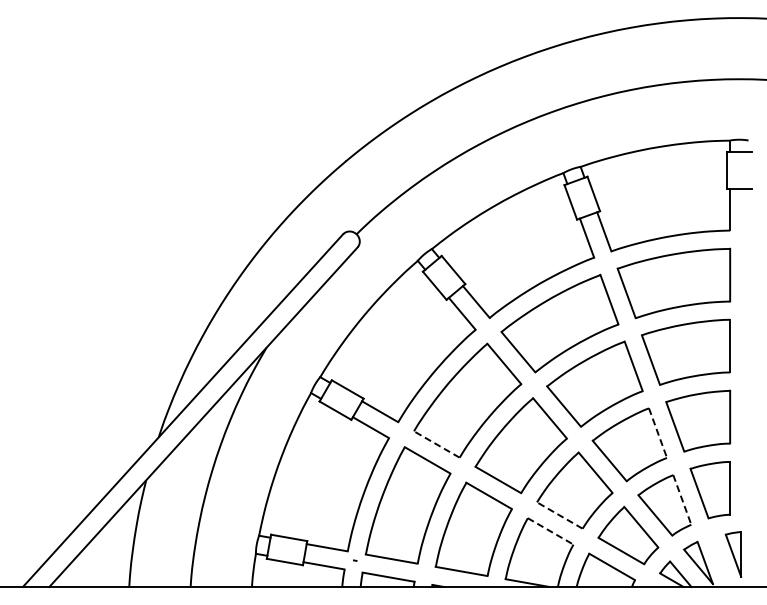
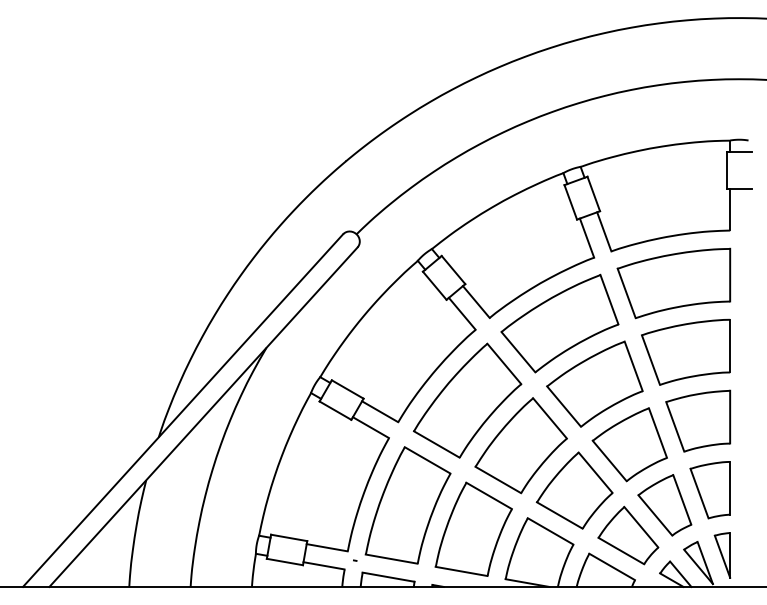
line at (658, 433): dashed -> solid
line at (436, 444): dashed -> solid
line at (682, 500): dashed -> solid
line at (559, 515): dashed -> solid
line at (551, 531): dashed -> solid
part at (733, 554) position: (733, 554) -> (722, 555)
